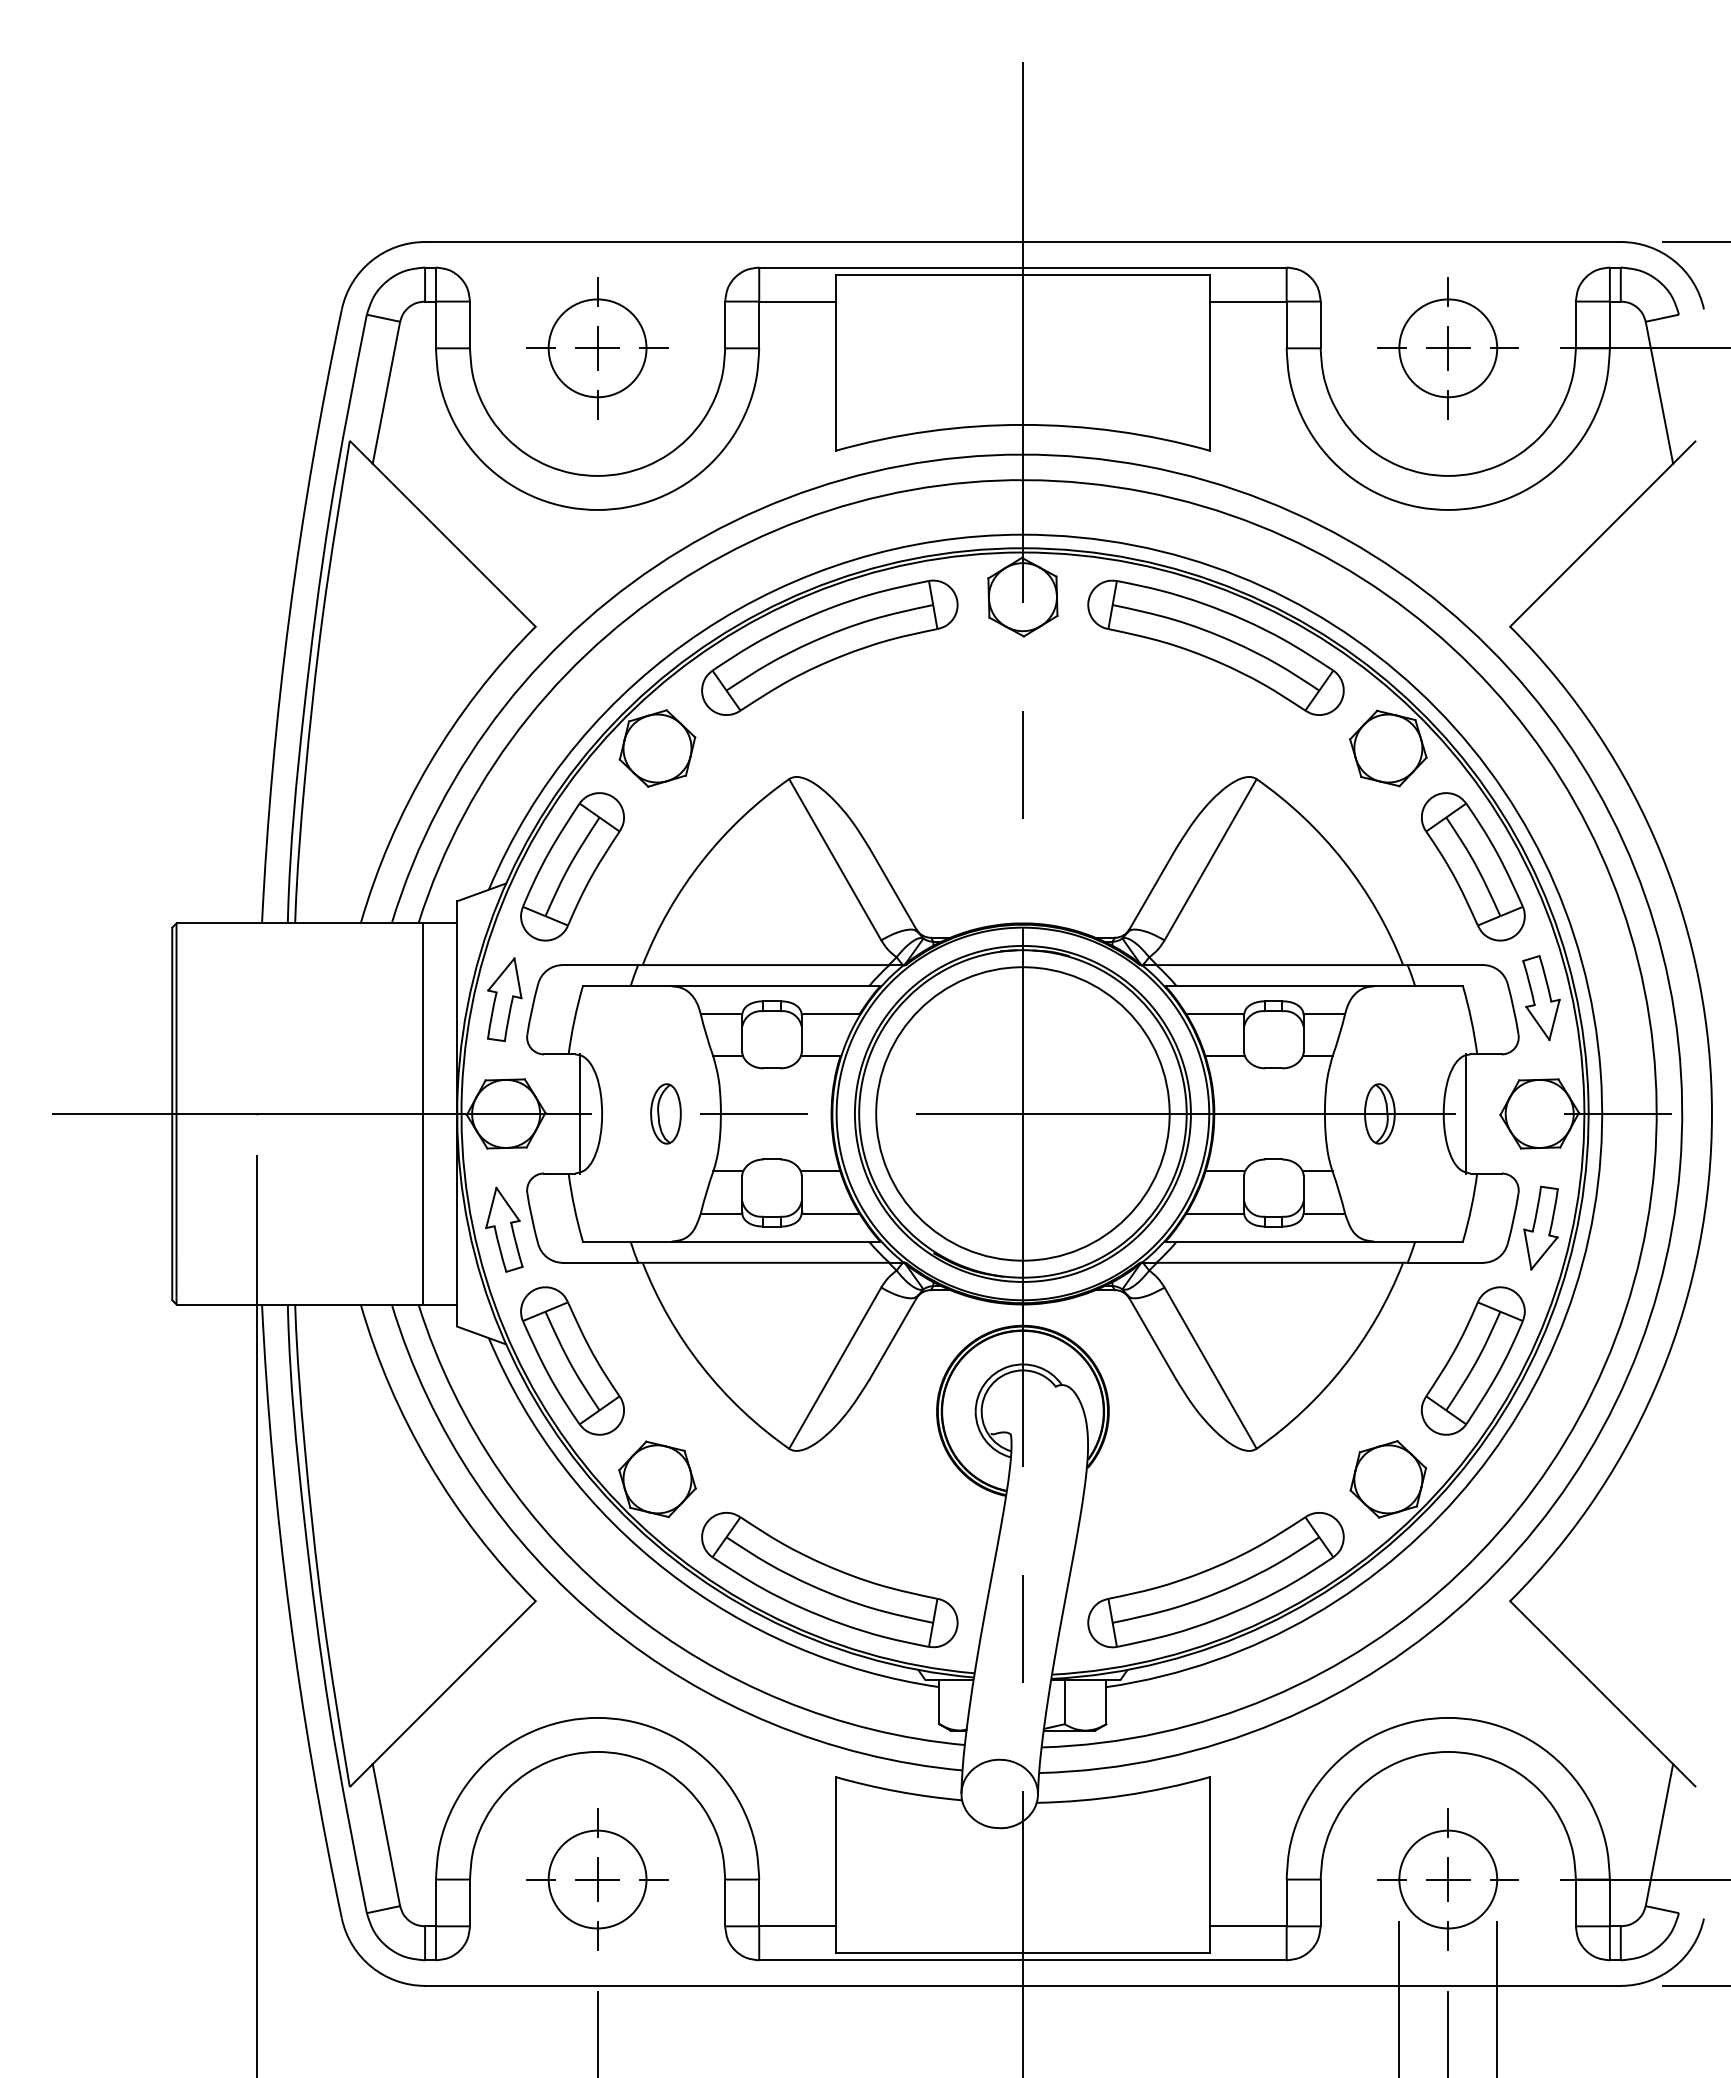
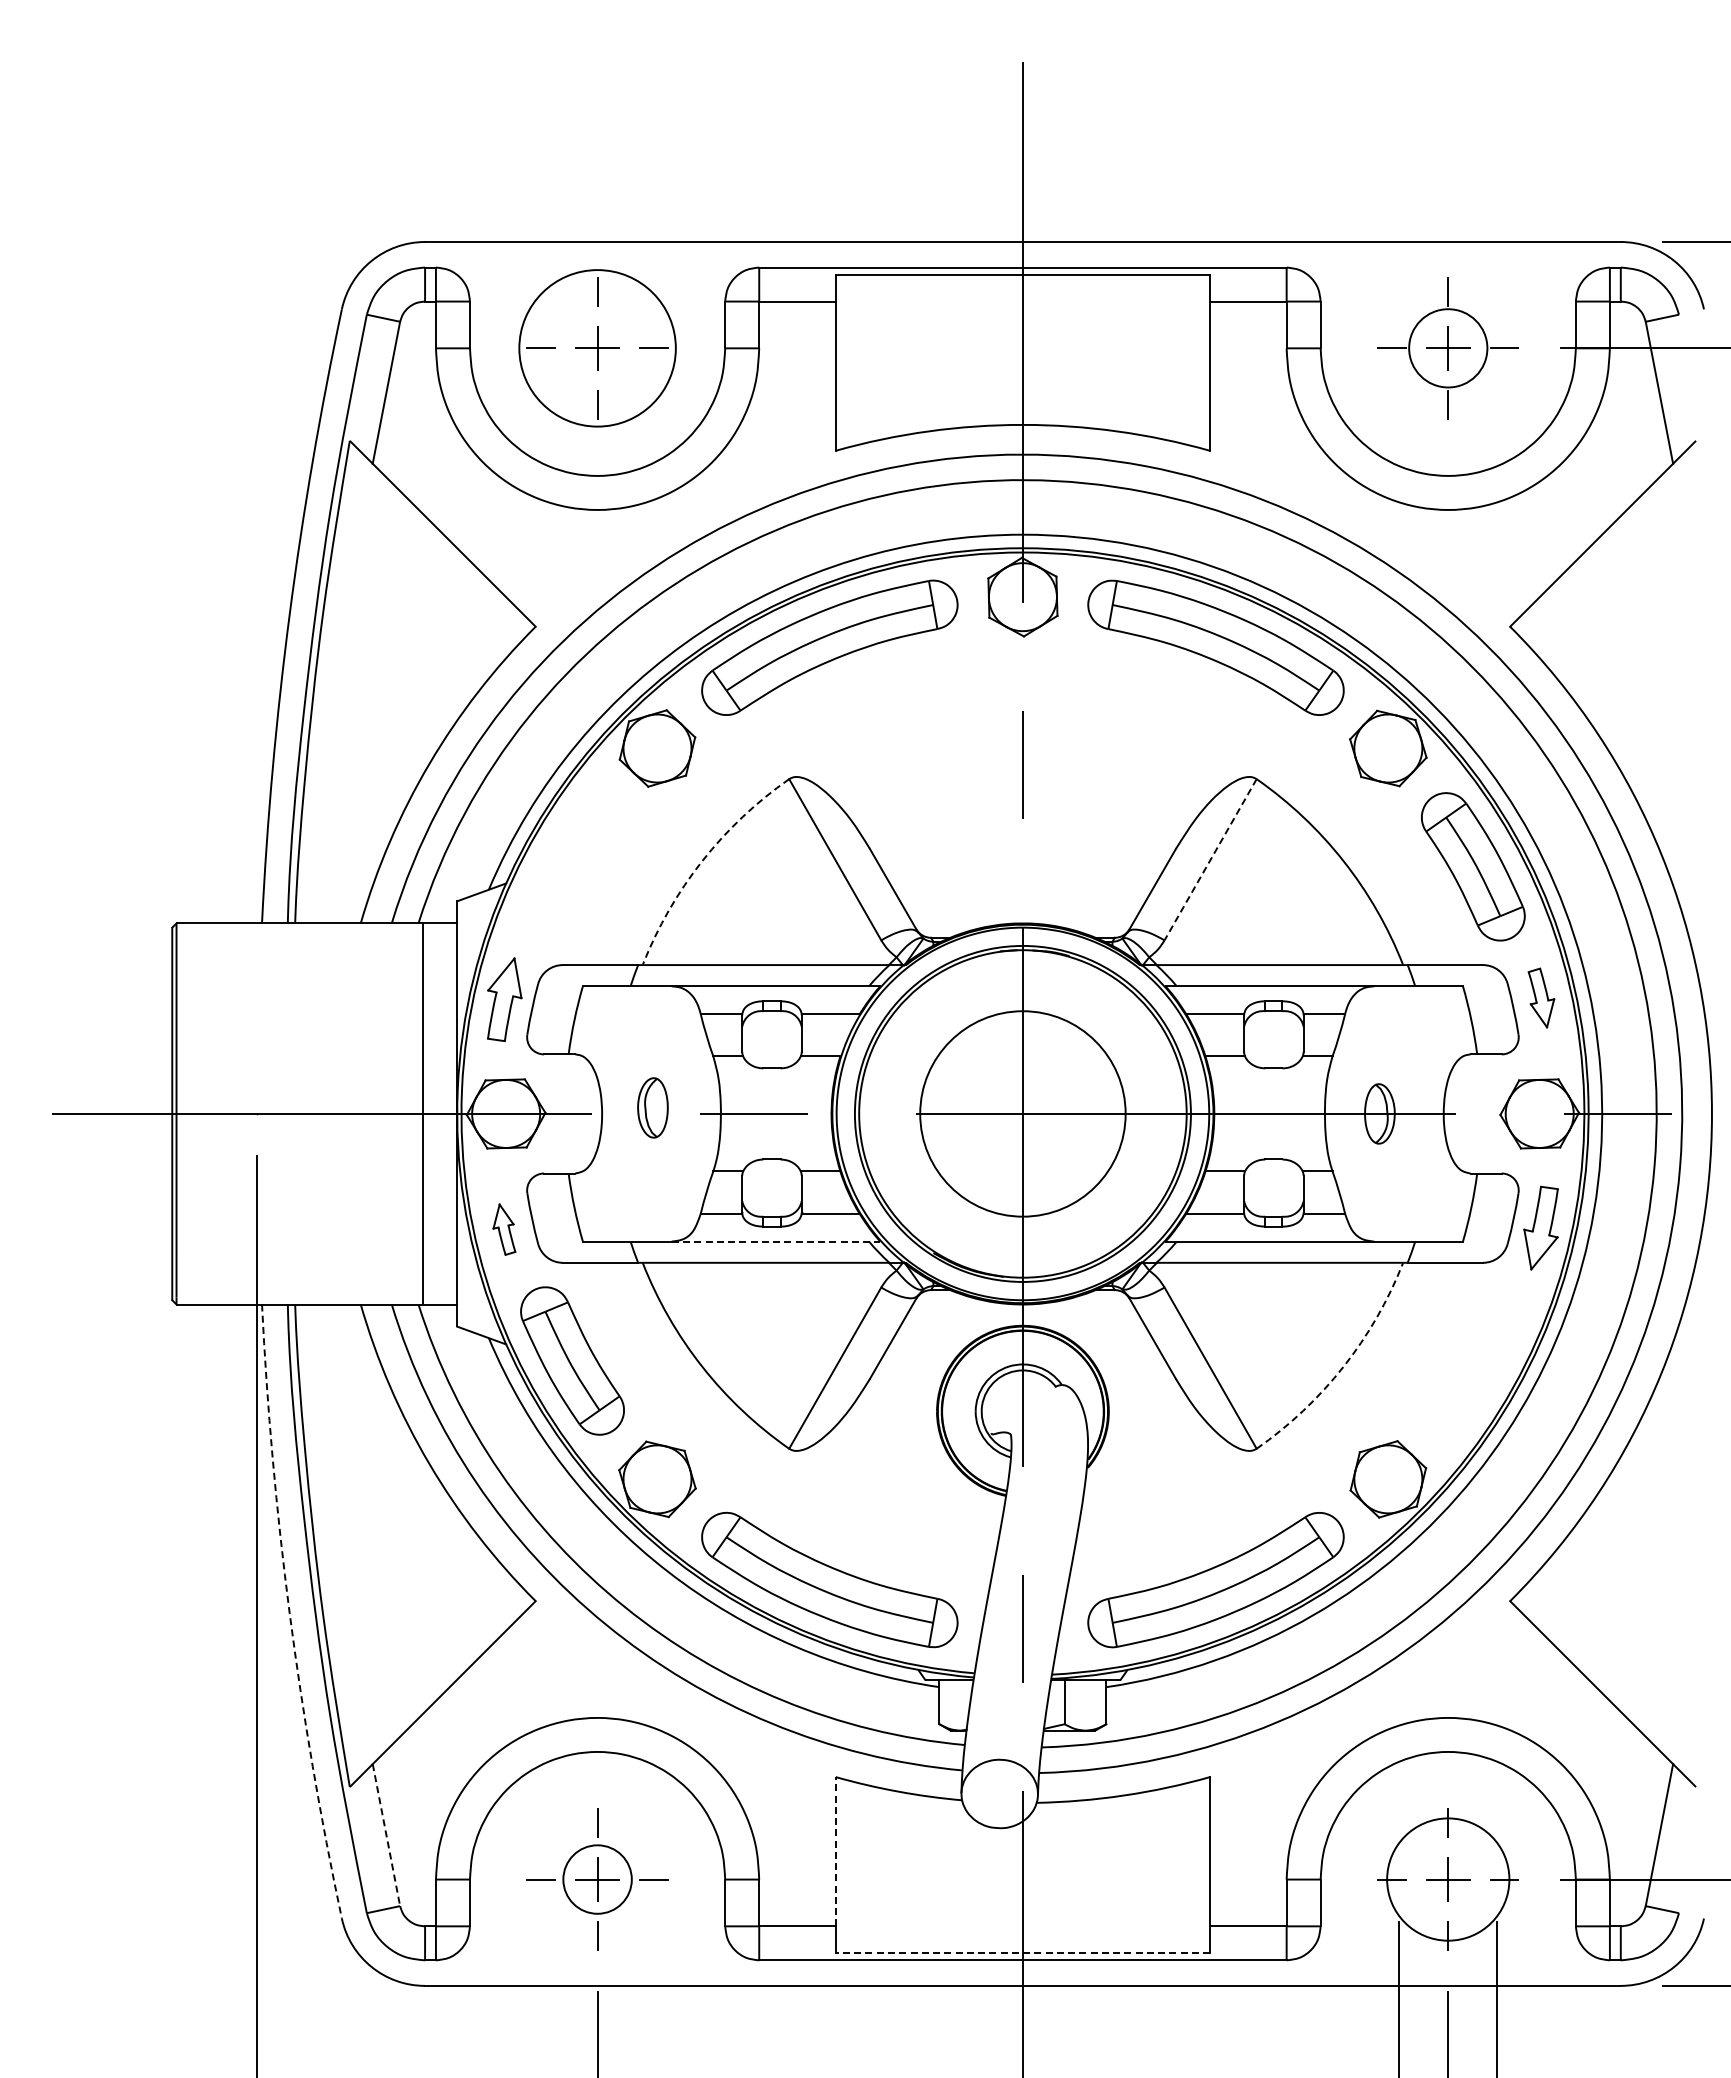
circle at (597, 348) diameter: 98 px -> 157 px
circle at (1448, 348) diameter: 98 px -> 78 px
line at (1210, 859): solid -> dashed
arc at (702, 861): solid -> dashed
part at (572, 866): present -> none
part at (1541, 997) size: 39x86 px -> 29x62 px
line at (579, 1113): present -> none
part at (665, 1113) position: (665, 1113) -> (652, 1107)
circle at (1022, 1113) diameter: 293 px -> 205 px
line at (1466, 1113): present -> none
part at (504, 1229) size: 39x87 px -> 25x53 px
line at (776, 1241): solid -> dashed
part at (1472, 1360): present -> none
arc at (1343, 1366): solid -> dashed
arc at (289, 1613): solid -> dashed
line at (386, 1835): solid -> dashed
line at (835, 1851): solid -> dashed
circle at (597, 1879) diameter: 98 px -> 68 px
circle at (1448, 1879) diameter: 98 px -> 122 px
line at (1022, 1952): solid -> dashed
